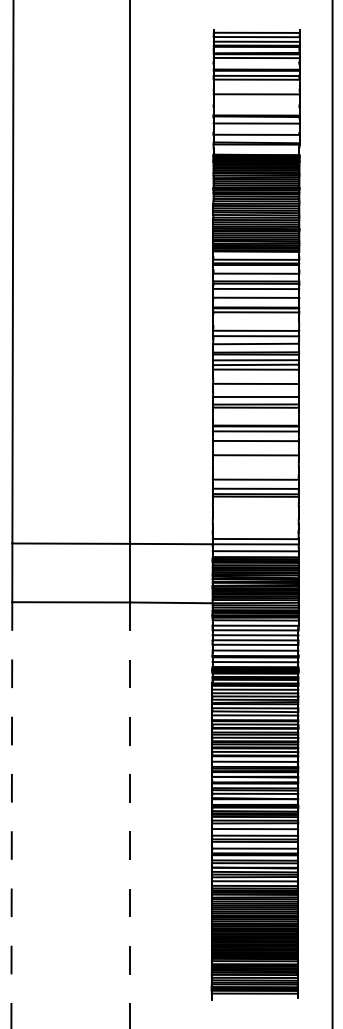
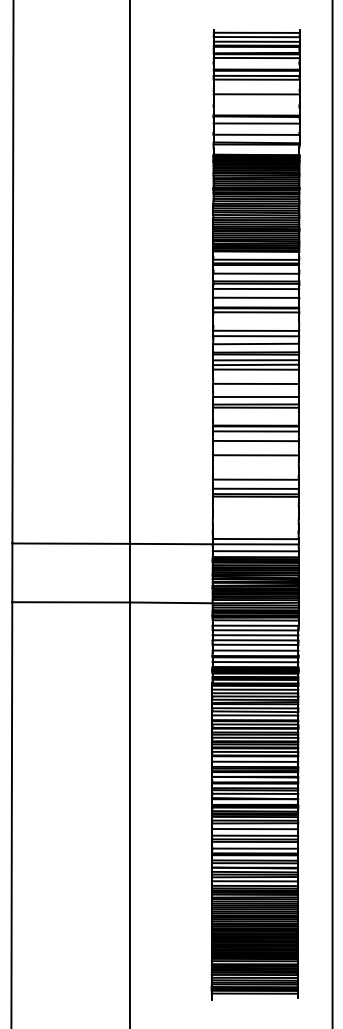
line at (130, 815): dashed -> solid
line at (11, 816): dashed -> solid
